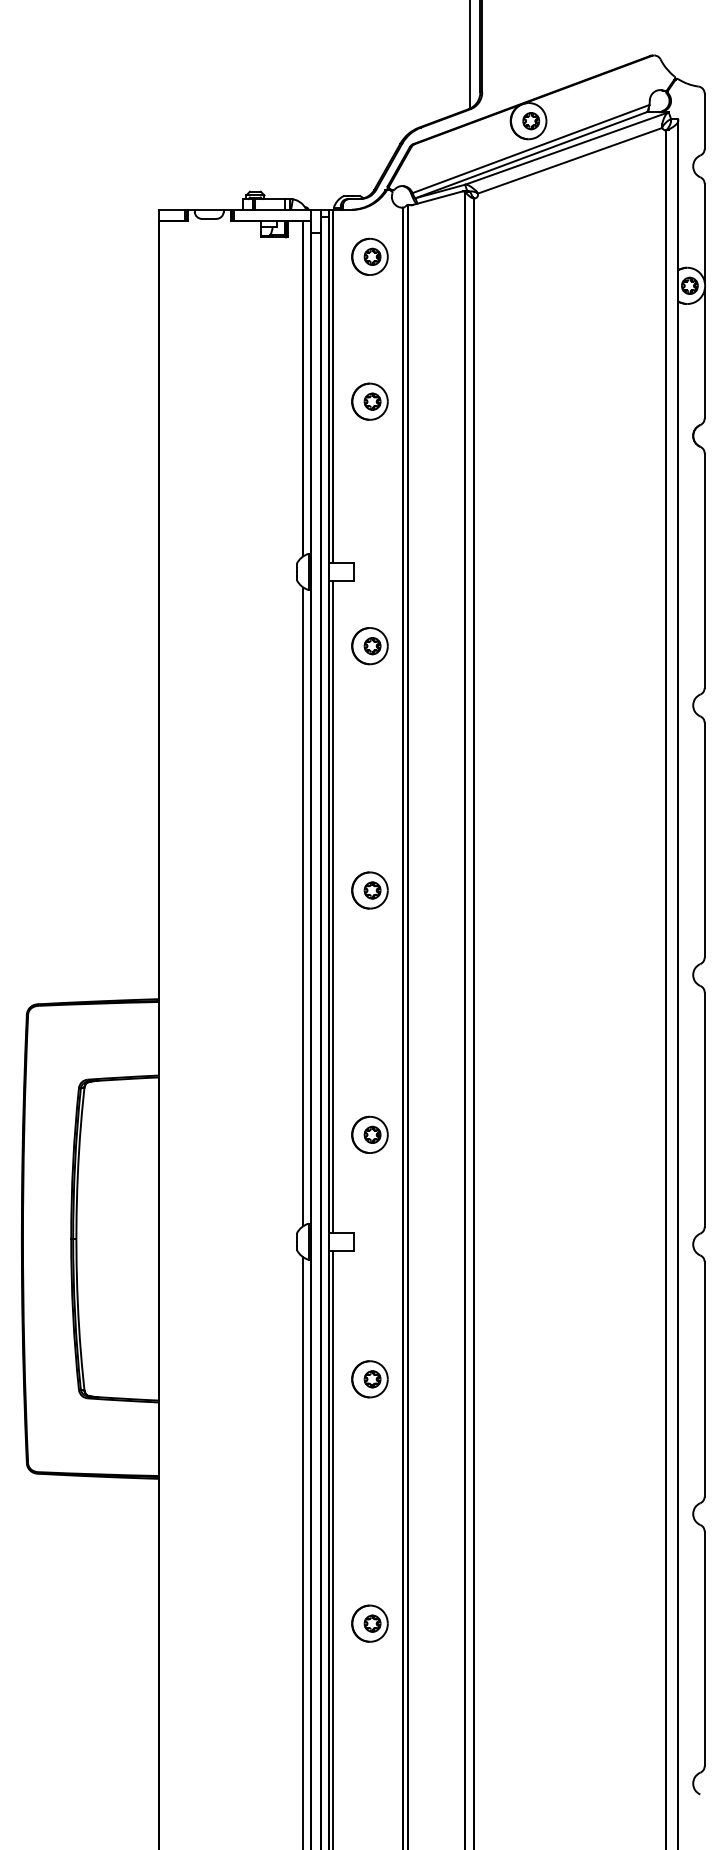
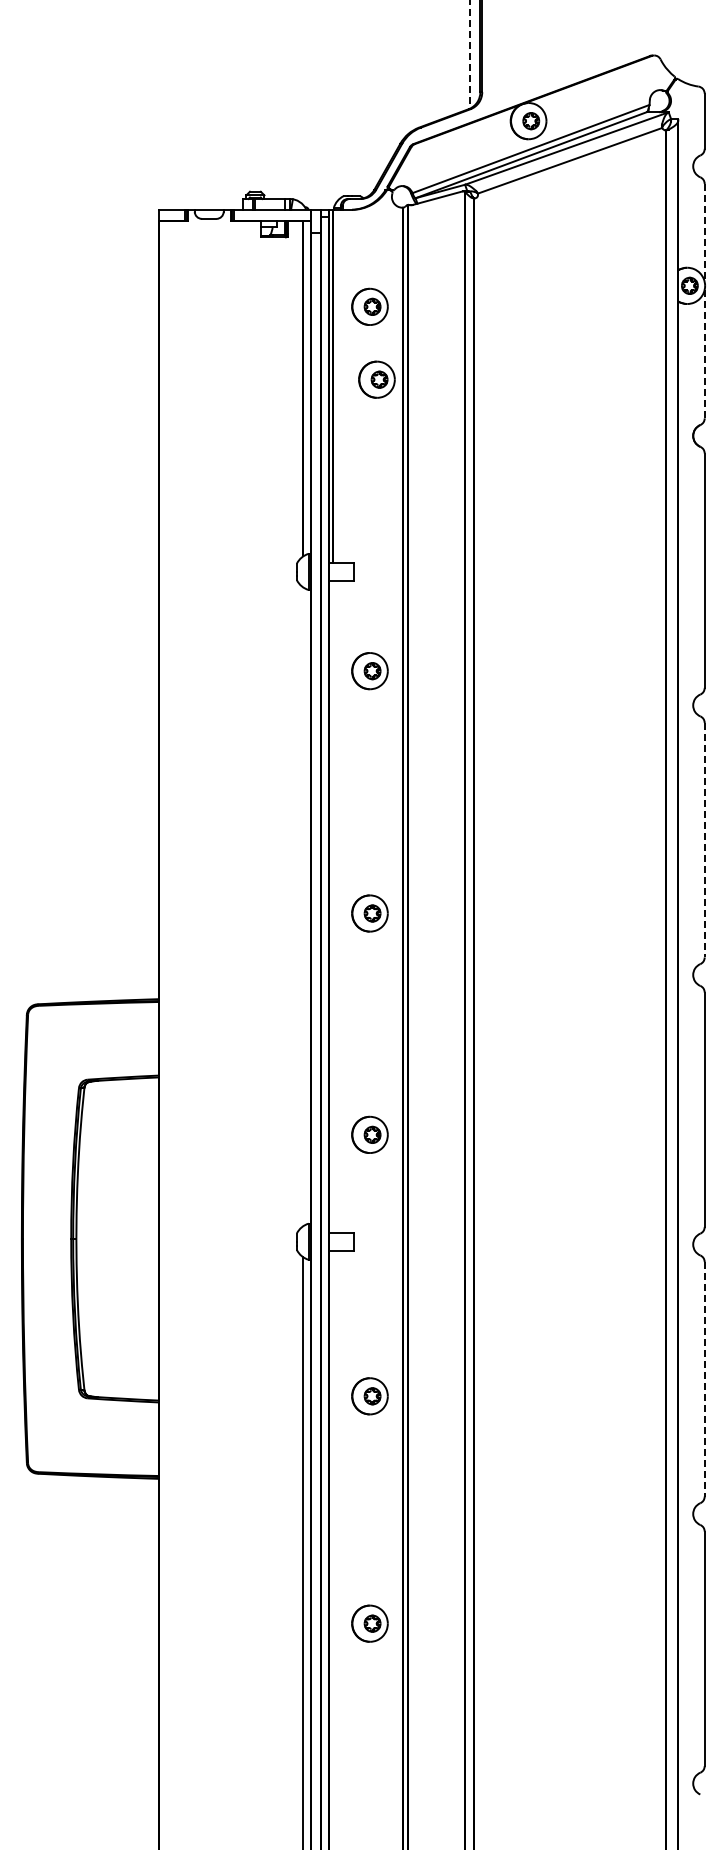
line at (469, 54): solid -> dashed
line at (704, 233): solid -> dashed
part at (369, 256) position: (369, 256) -> (369, 306)
line at (704, 354): solid -> dashed
part at (369, 401) position: (369, 401) -> (376, 379)
part at (369, 646) position: (369, 646) -> (369, 671)
line at (704, 840): solid -> dashed
part at (369, 890) position: (369, 890) -> (369, 913)
line at (303, 906): present -> none
line at (333, 906): present -> none
part at (369, 1379) position: (369, 1379) -> (369, 1396)
line at (704, 1379): solid -> dashed
line at (333, 1548): present -> none
